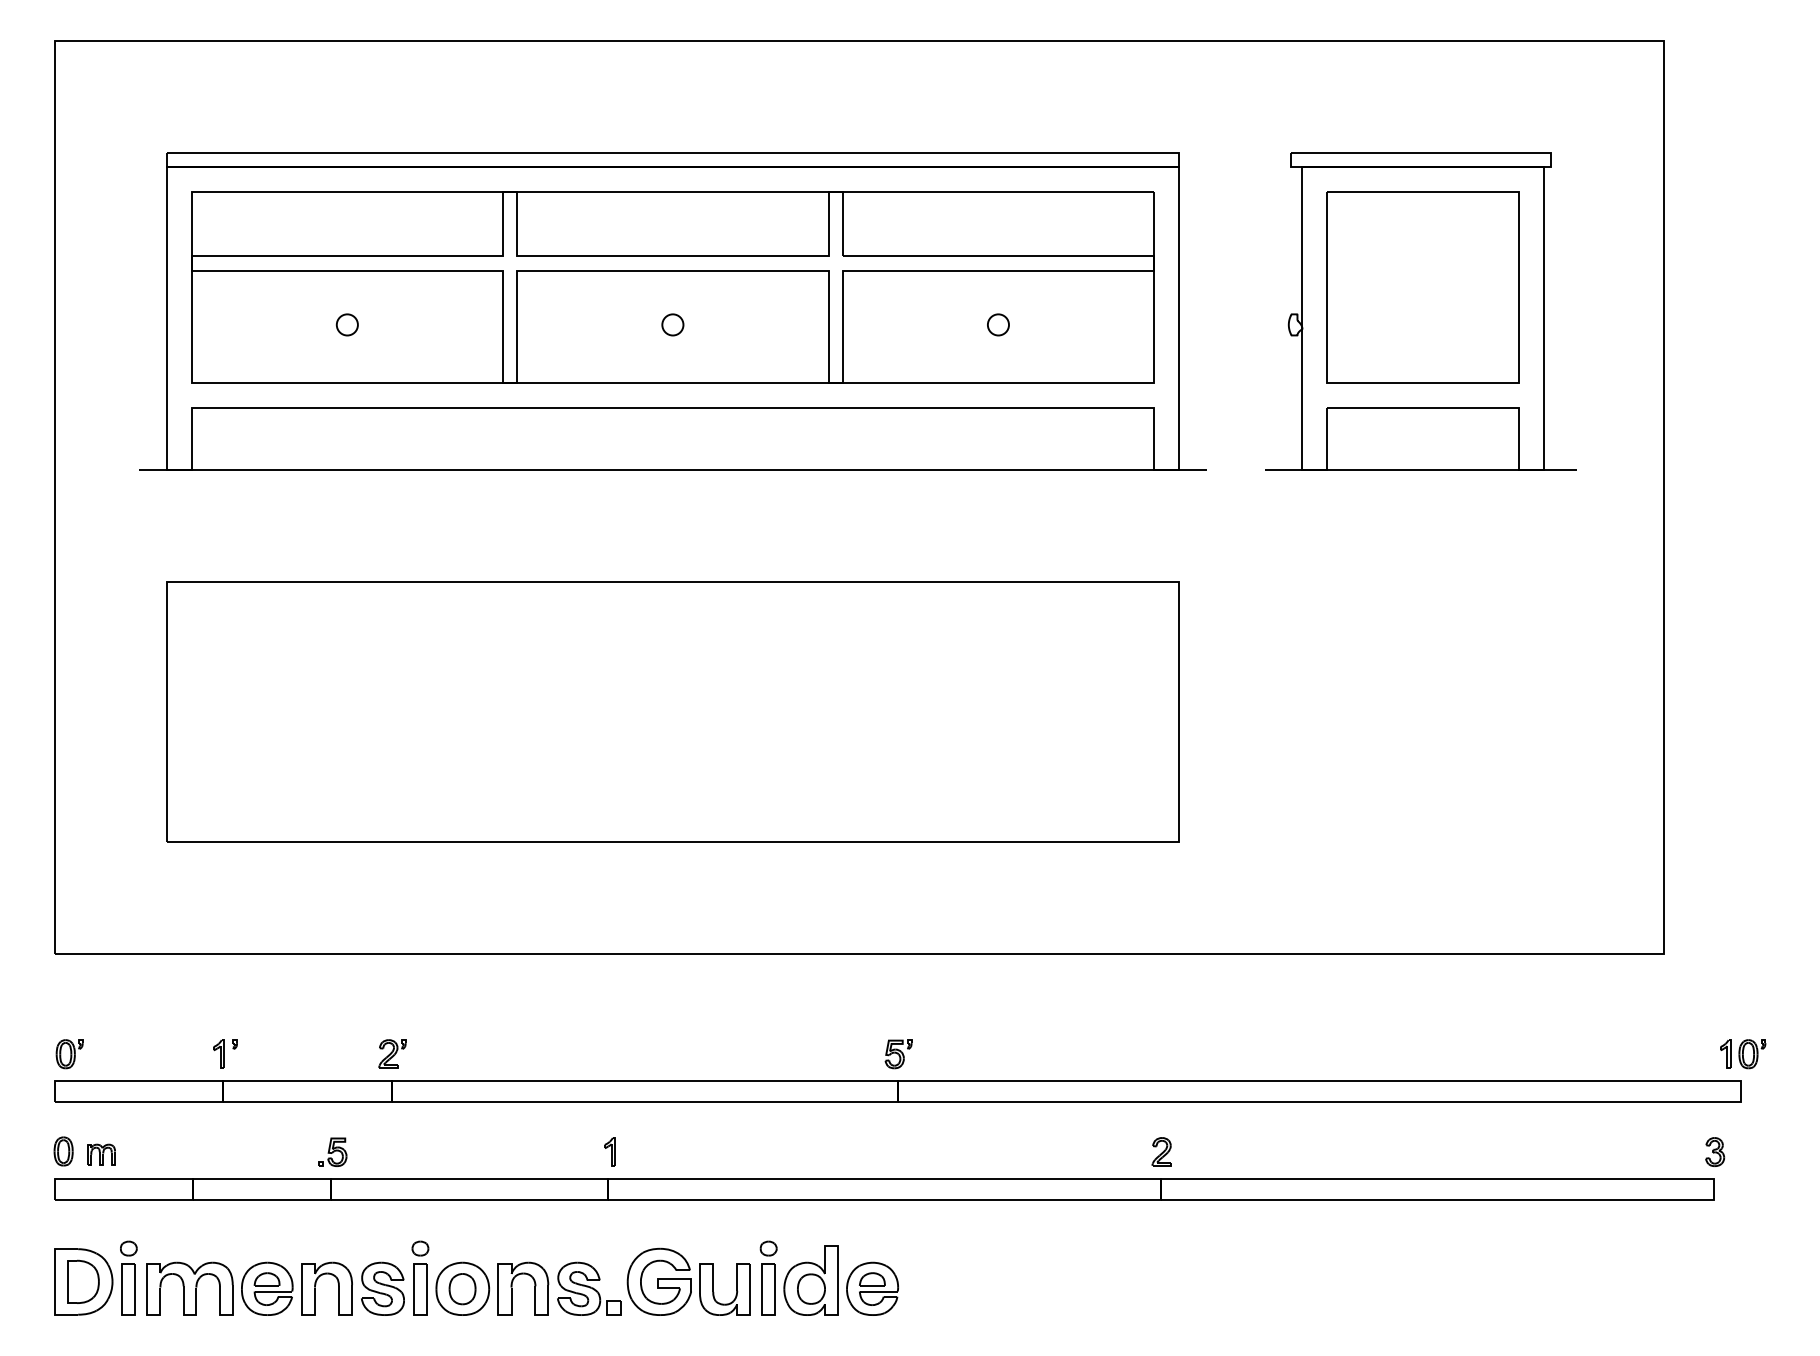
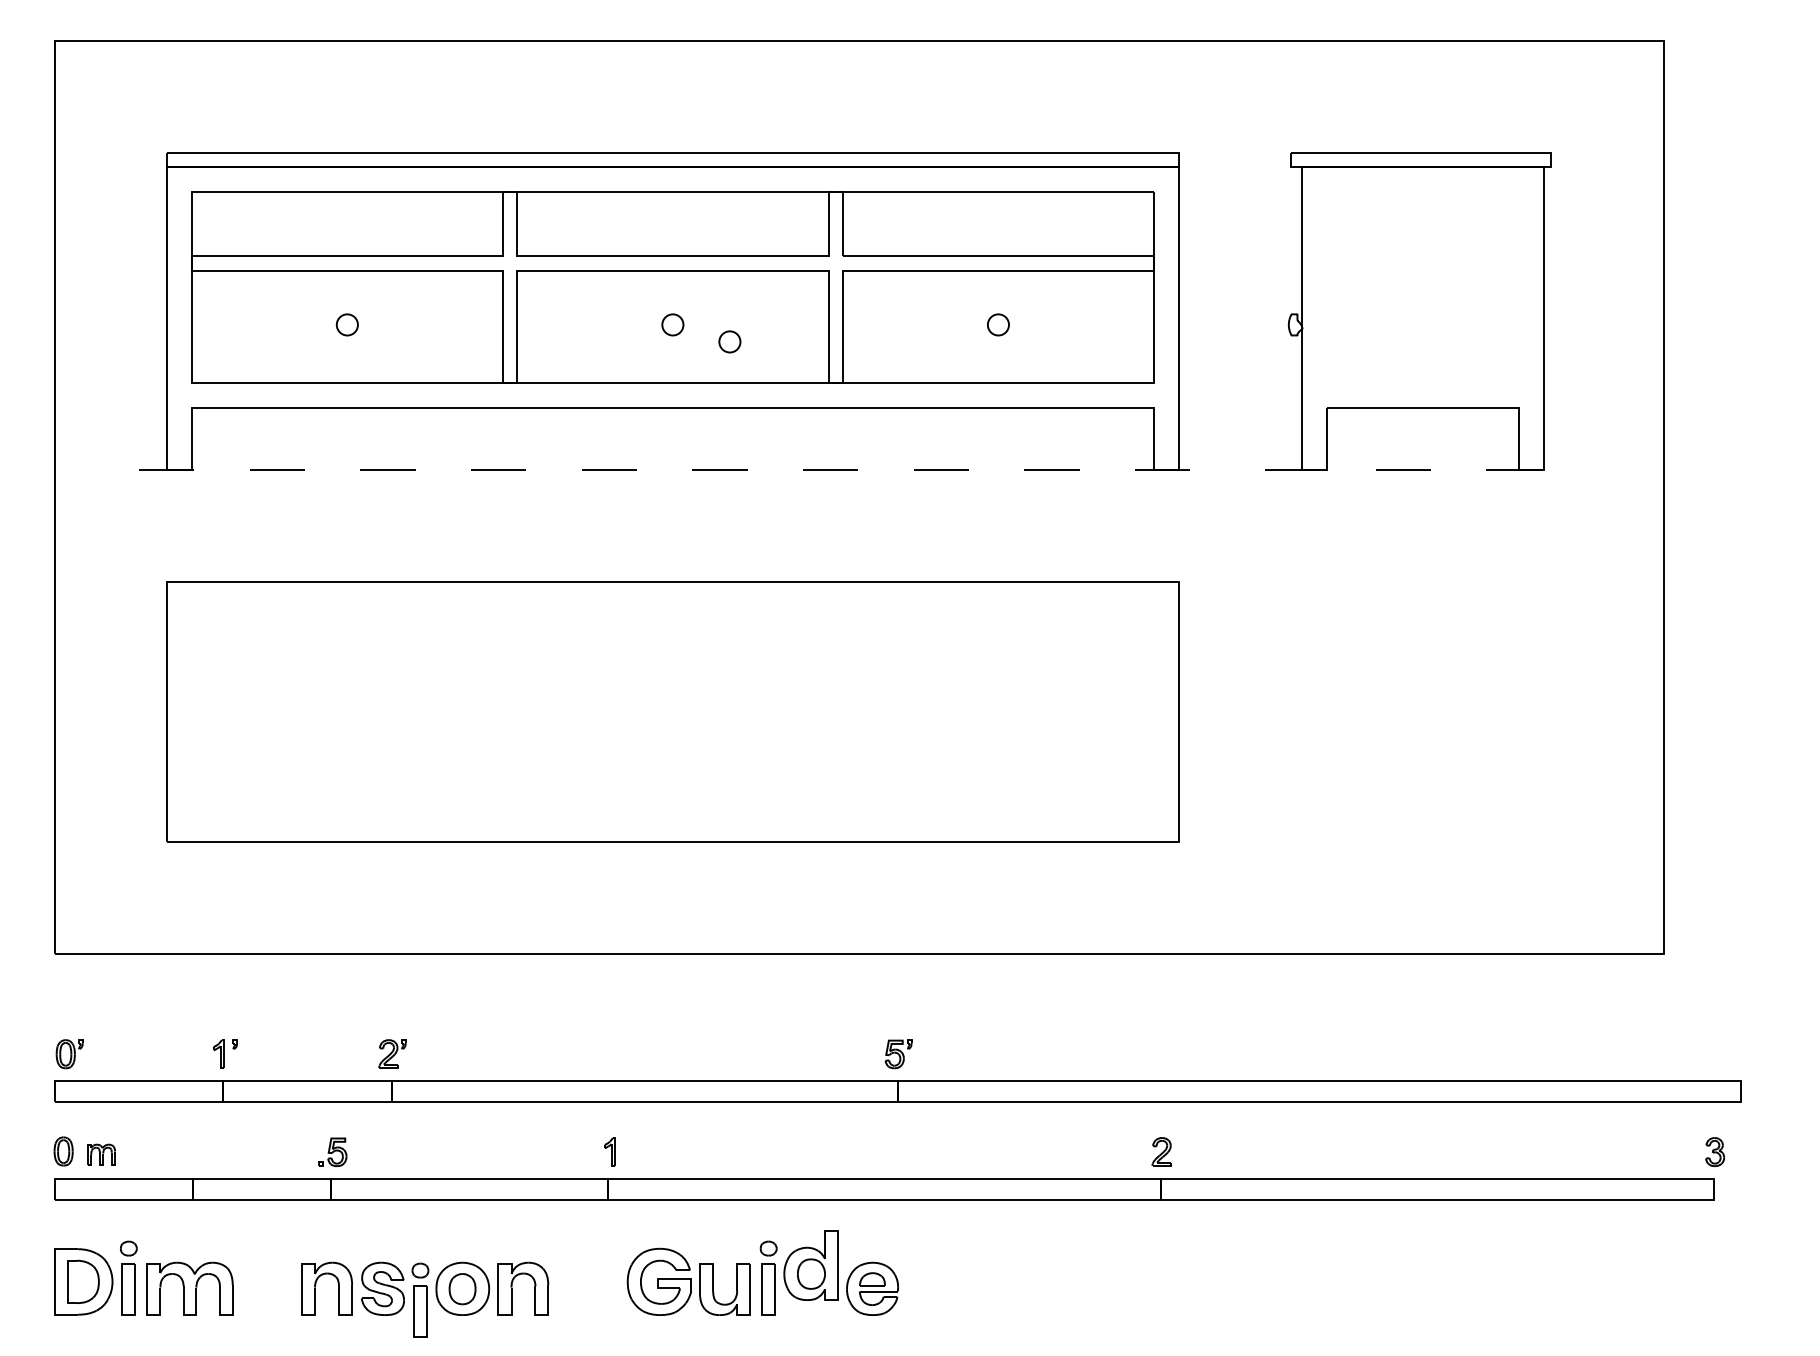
part at (1422, 287): present -> none
circle at (729, 341): none -> present
line at (672, 469): solid -> dashed
line at (1421, 469): solid -> dashed
part at (1743, 1054): present -> none
part at (420, 1277) position: (420, 1277) -> (420, 1299)
part at (810, 1280) position: (810, 1280) -> (810, 1265)
part at (267, 1288): present -> none
part at (589, 1288): present -> none
